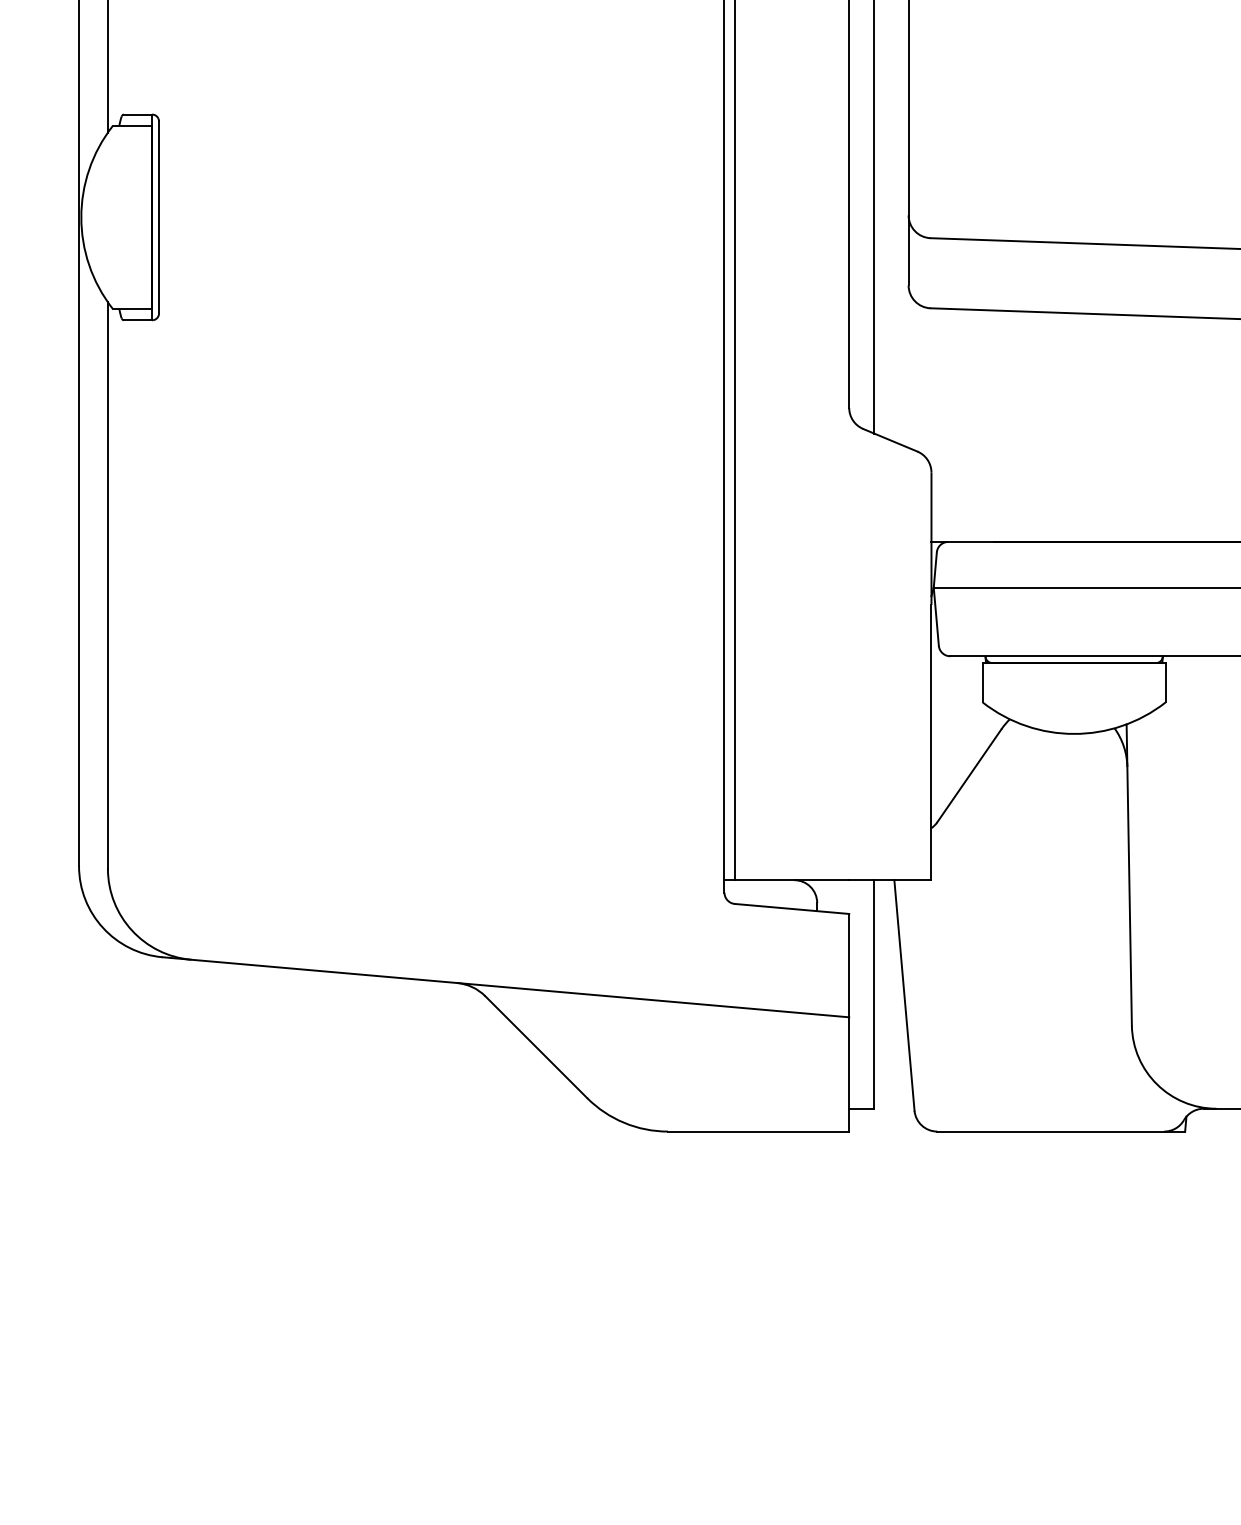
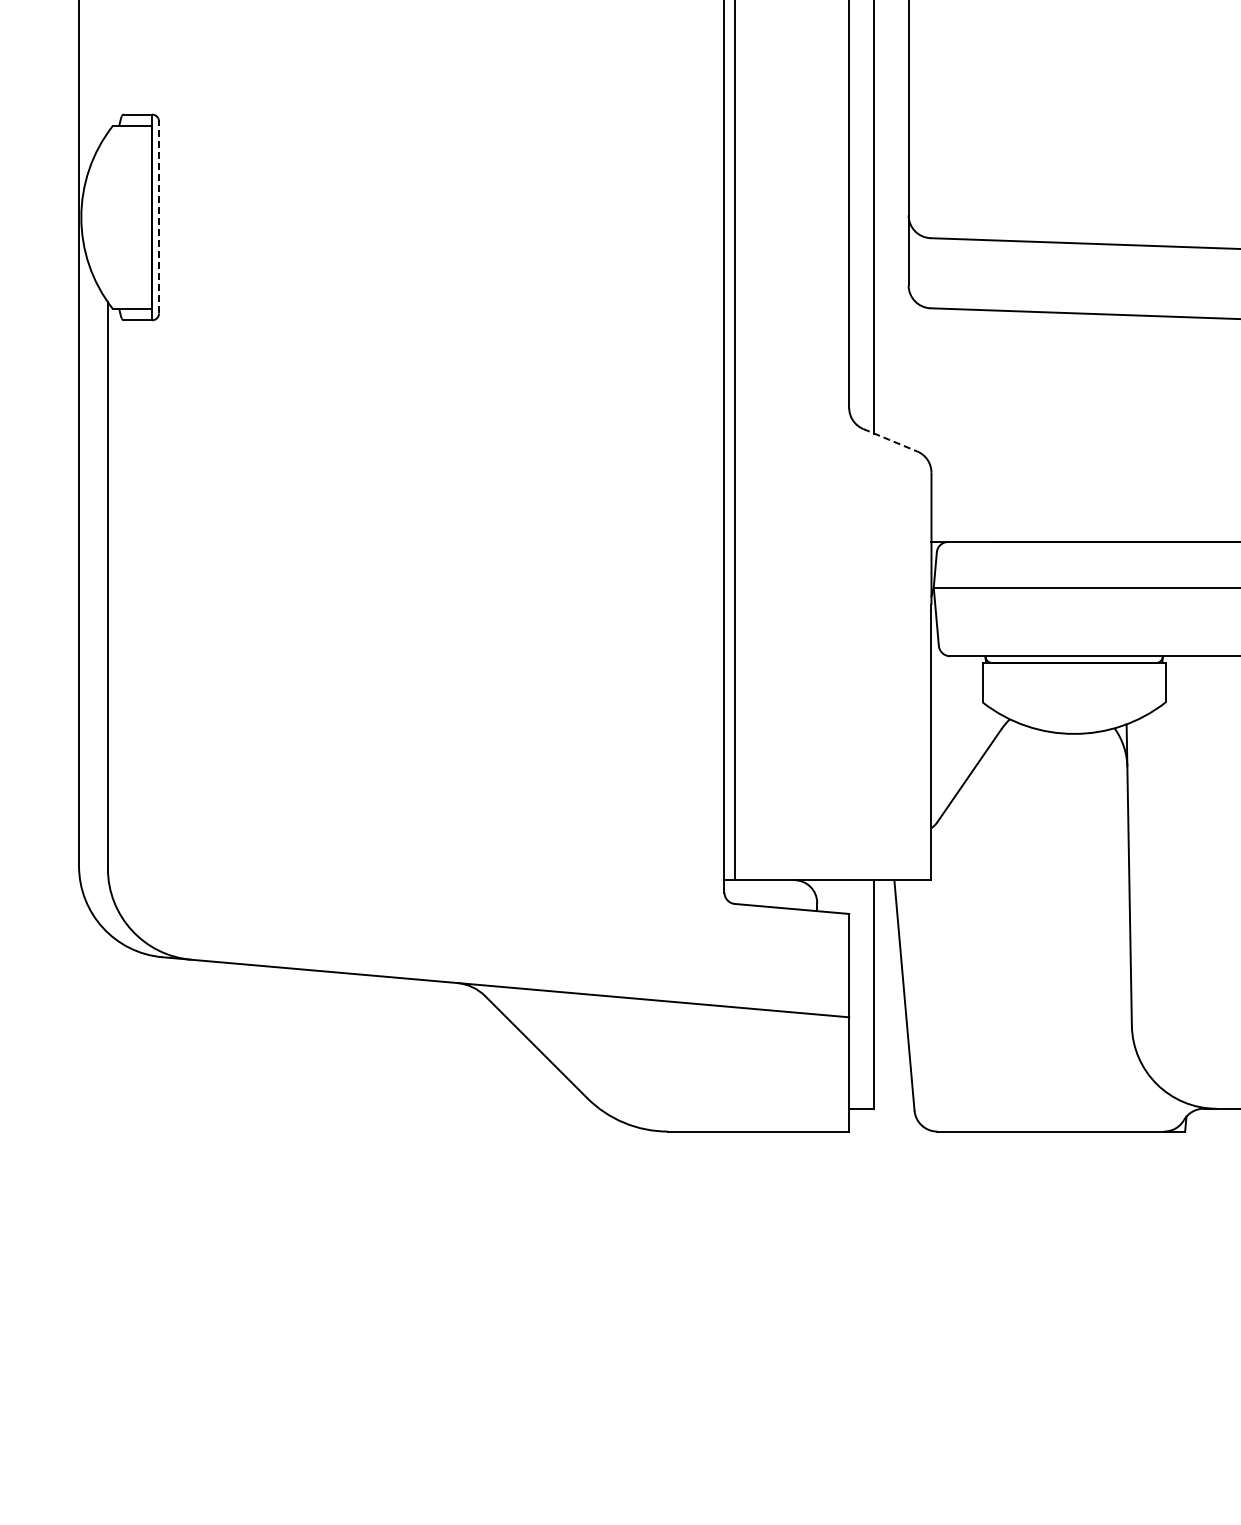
line at (107, 67): present -> none
line at (159, 217): solid -> dashed
line at (890, 440): solid -> dashed
